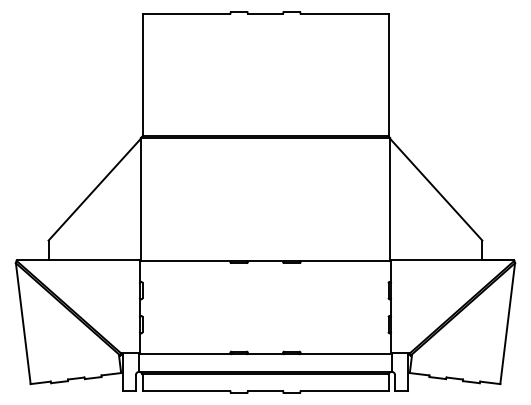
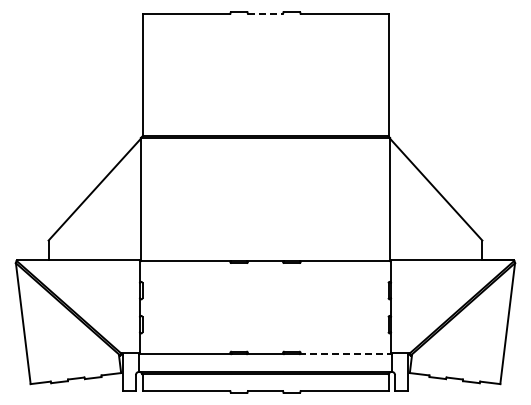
line at (265, 13): solid -> dashed
line at (346, 354): solid -> dashed
